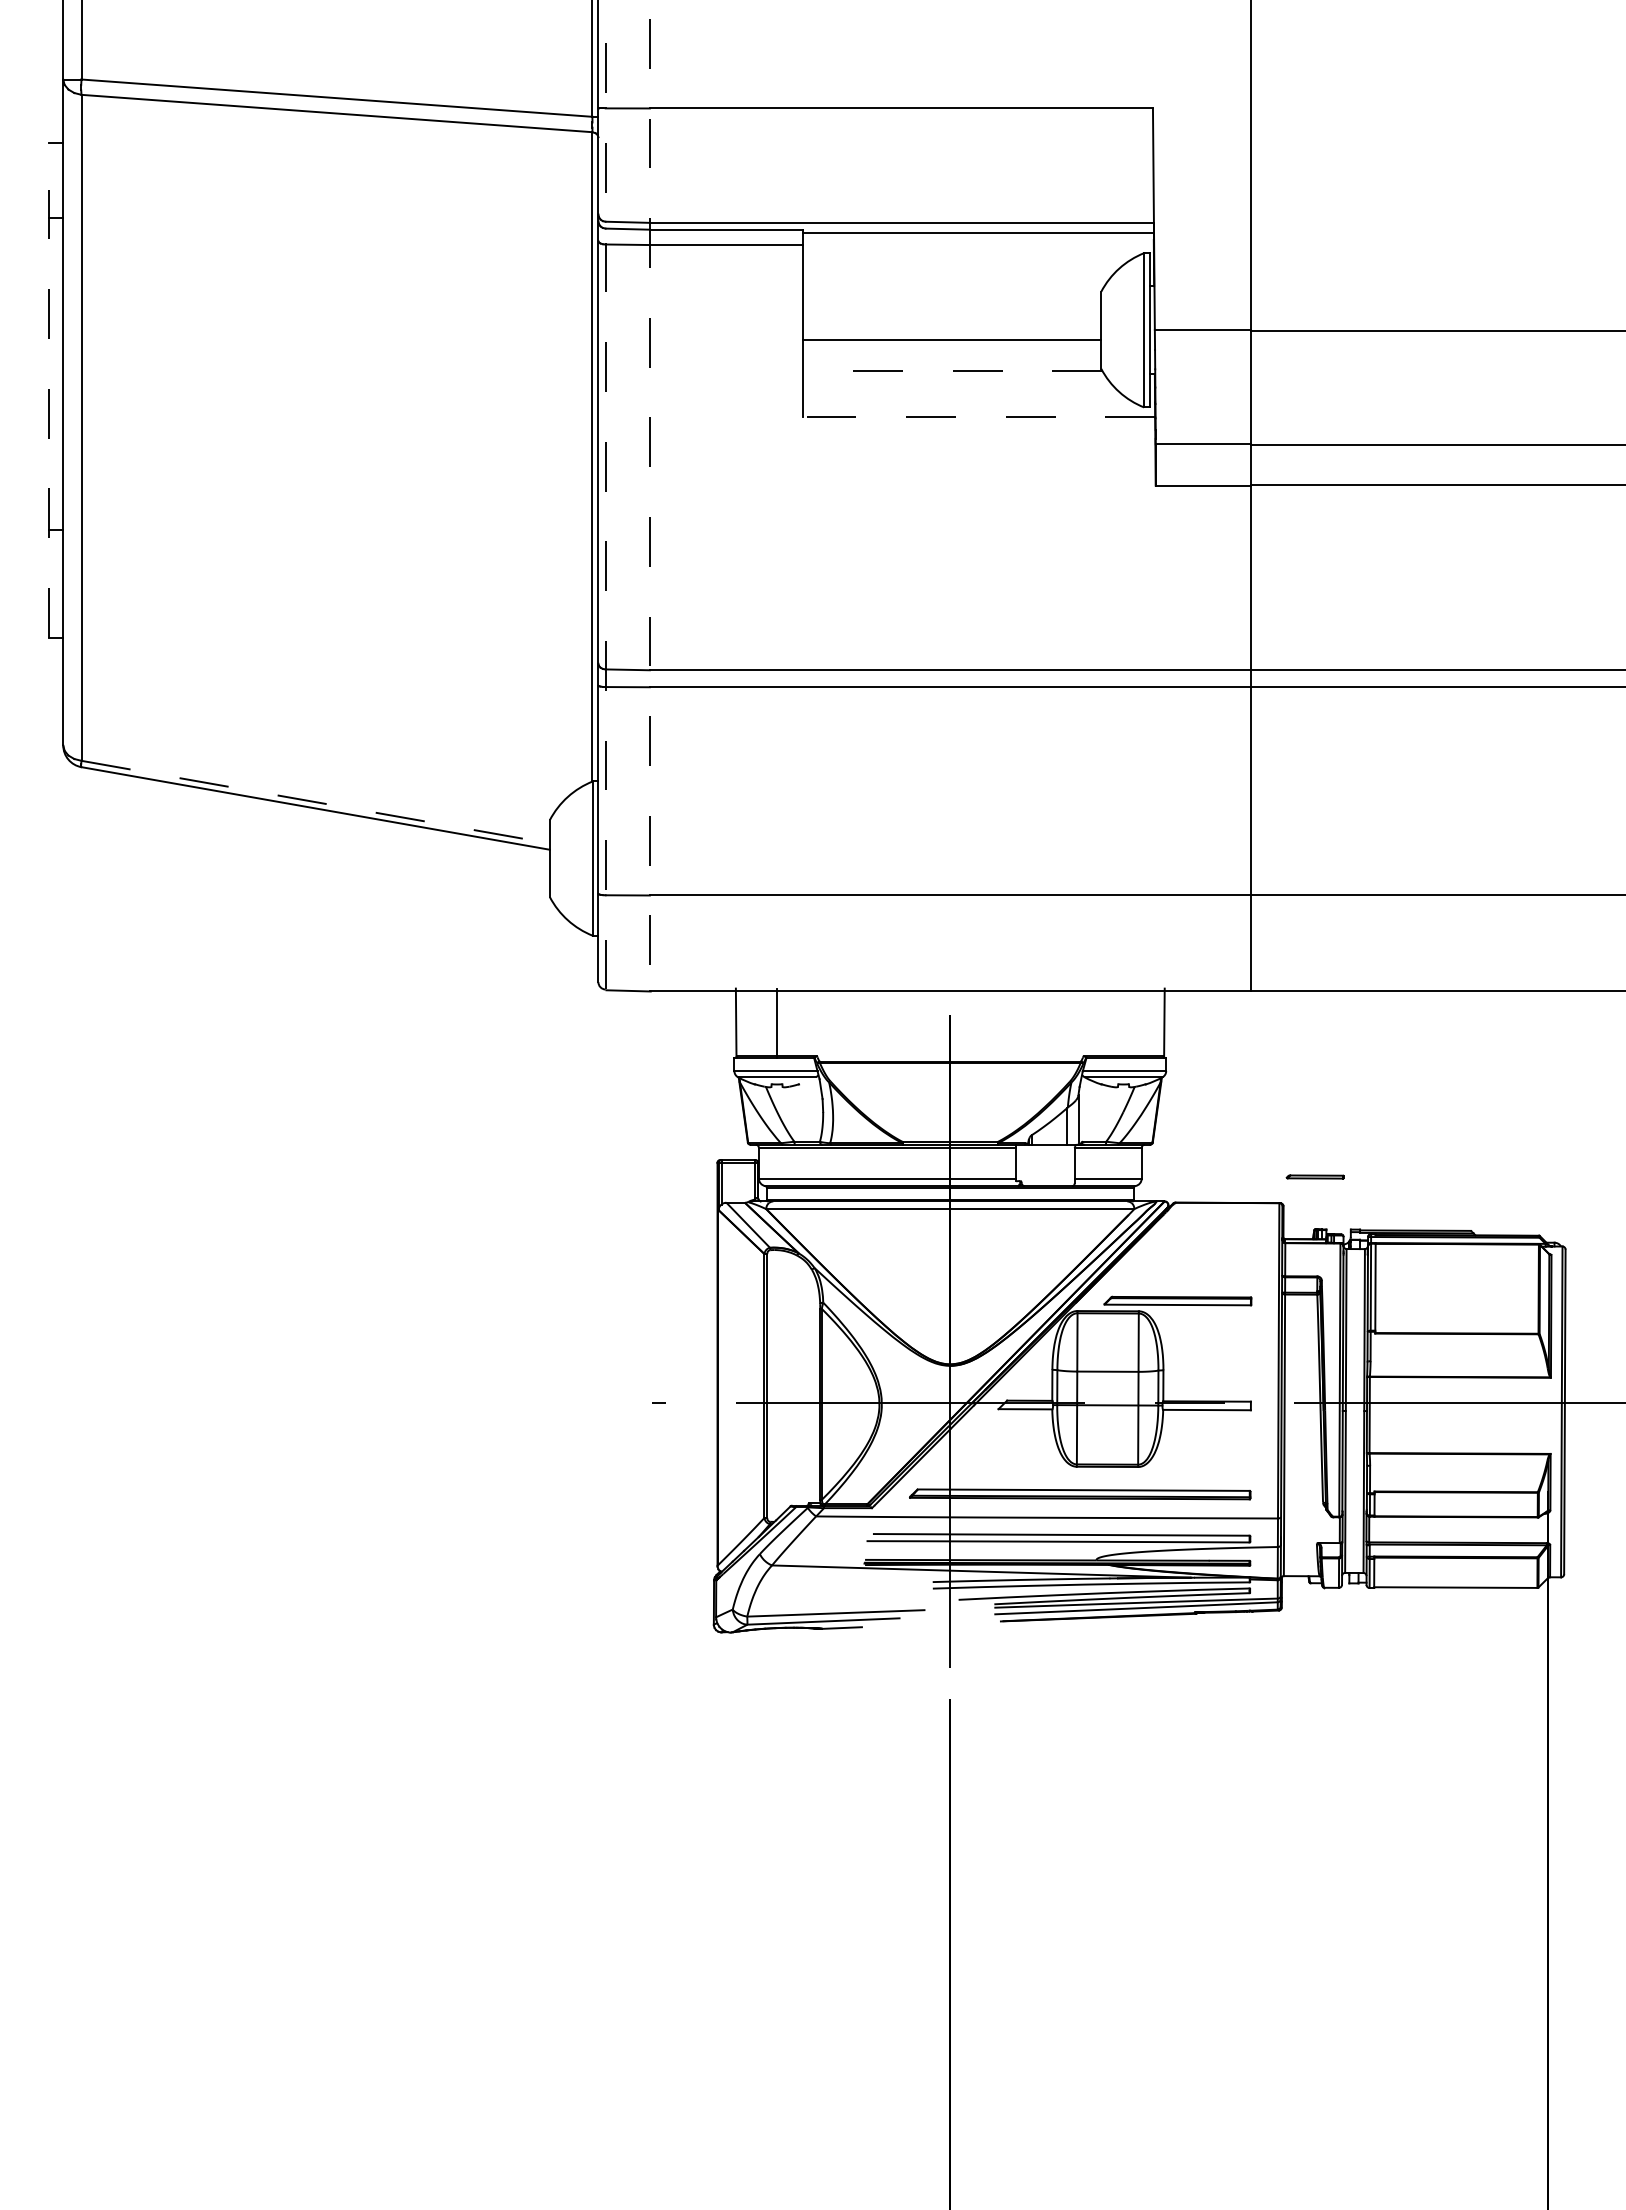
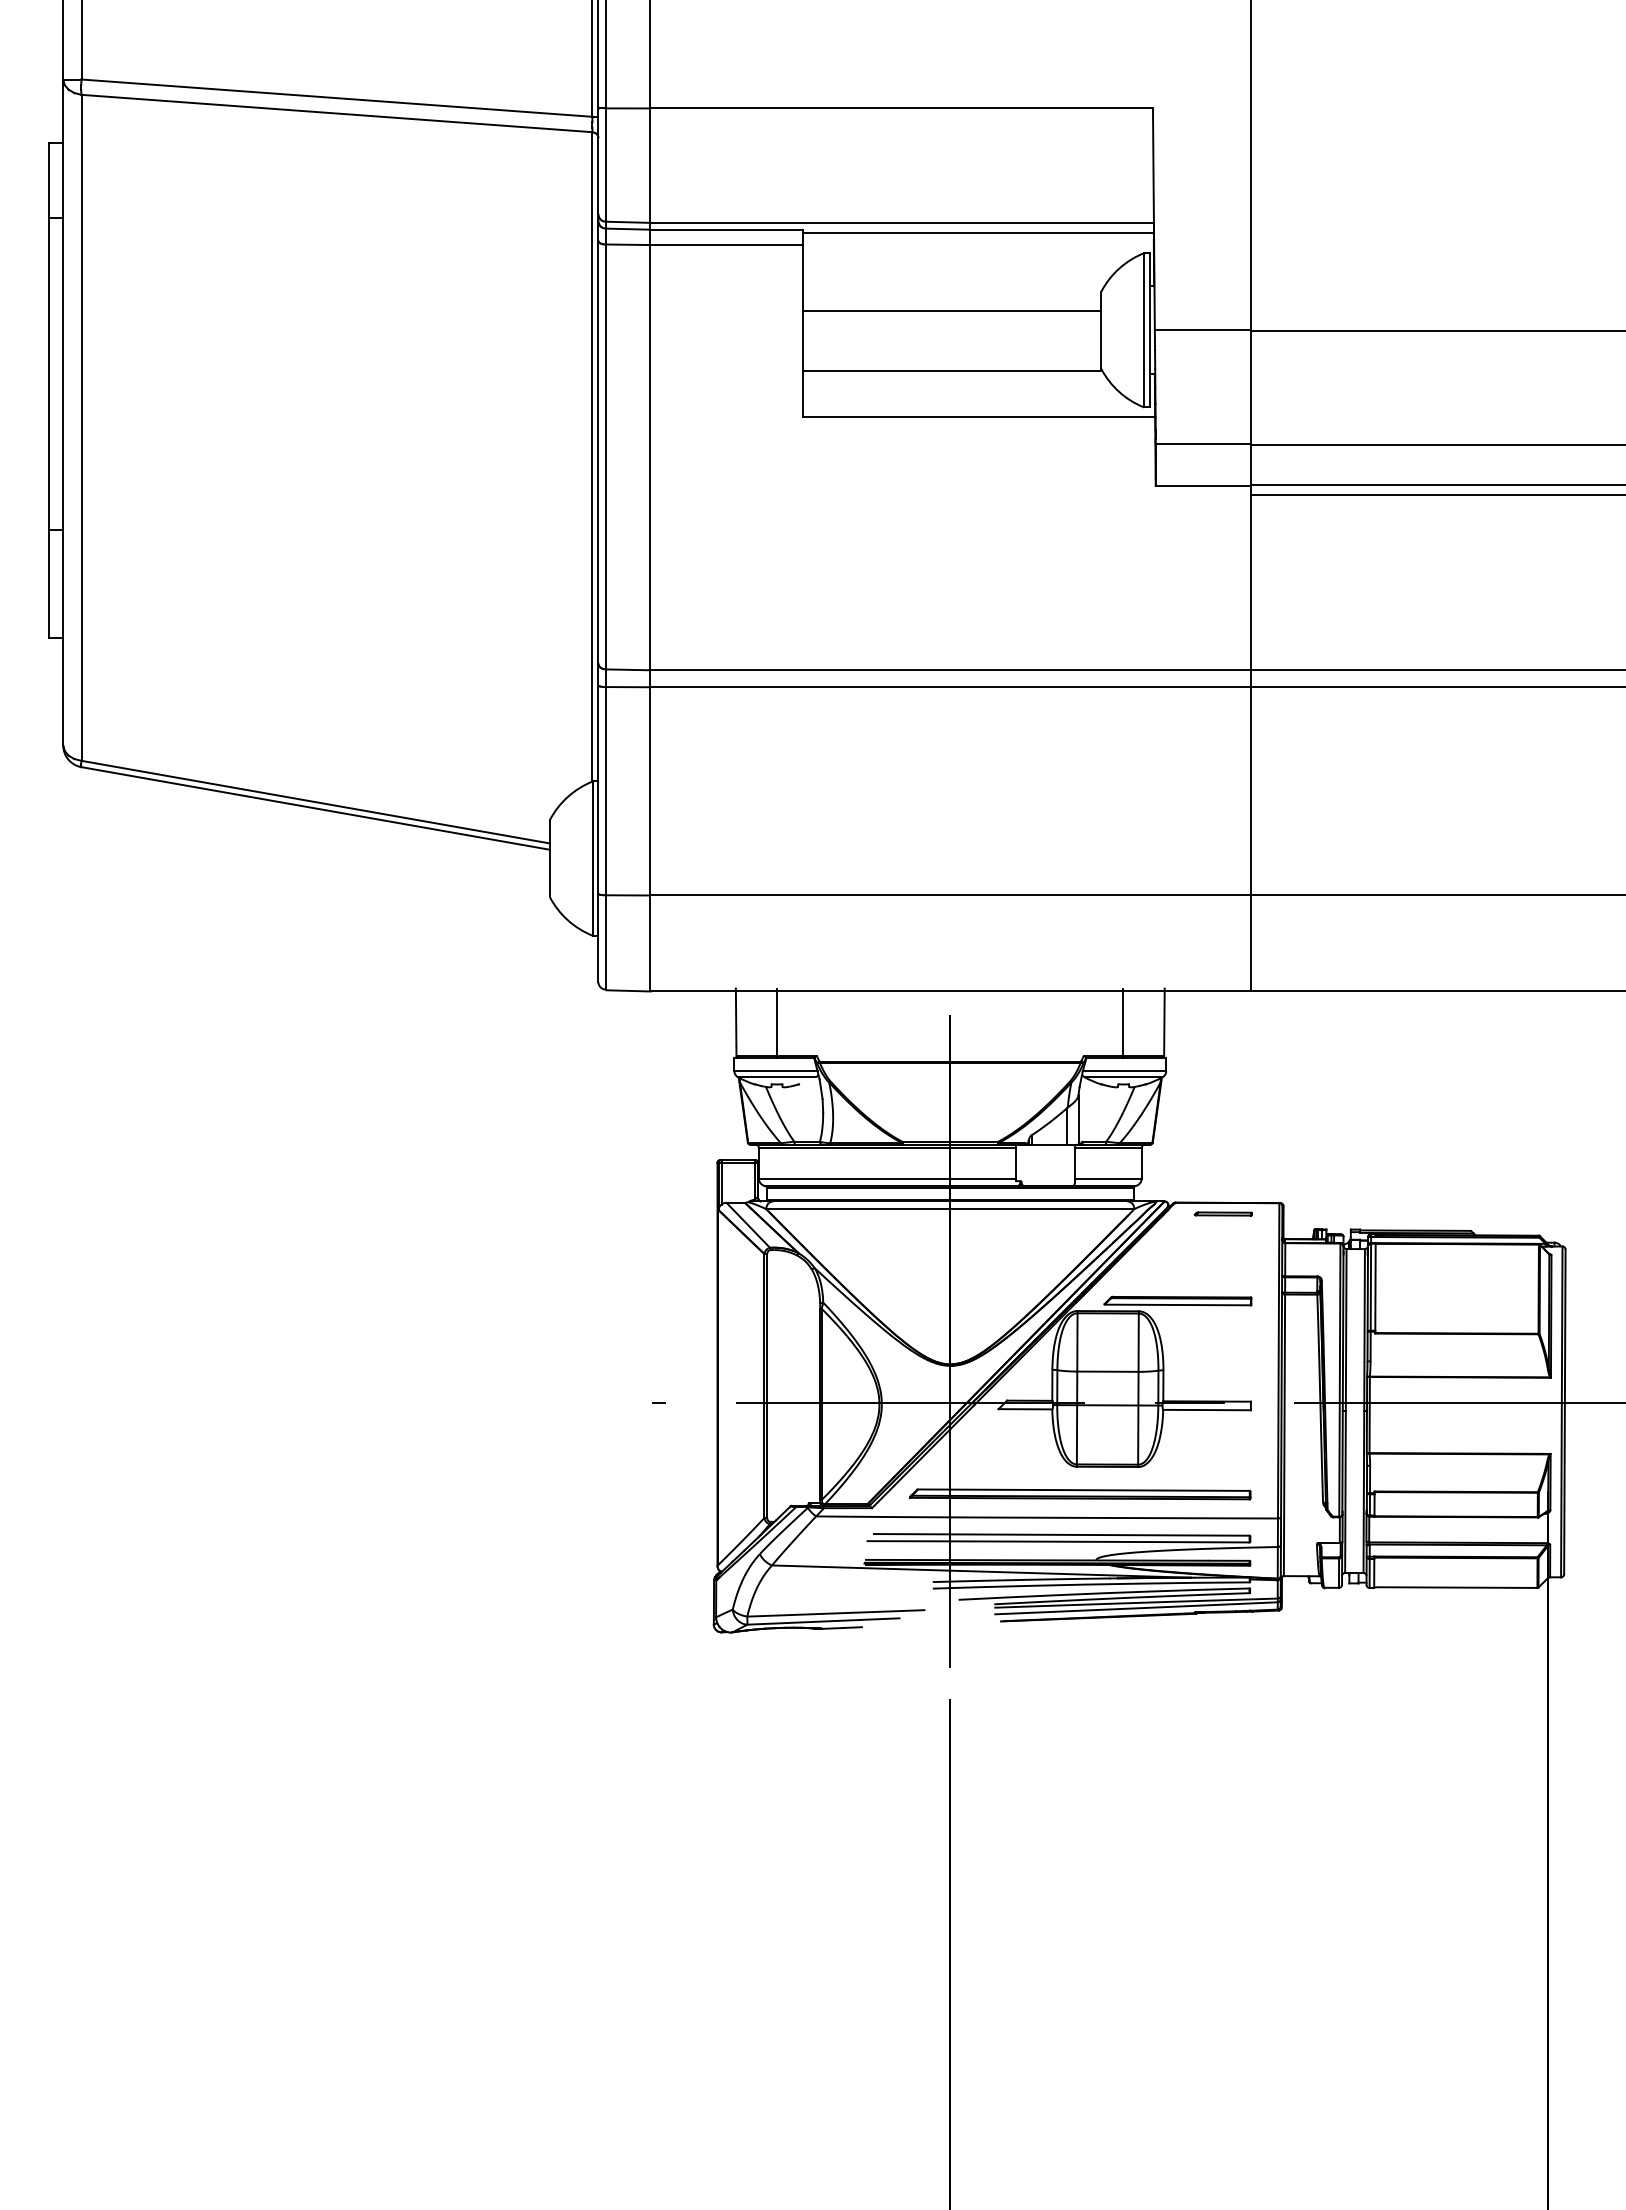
line at (951, 340) position: (951, 340) -> (951, 311)
line at (952, 370): dashed -> solid
line at (48, 390): dashed -> solid
line at (978, 416): dashed -> solid
line at (605, 494): dashed -> solid
line at (649, 495): dashed -> solid
line at (1436, 495): none -> present
line at (315, 802): dashed -> solid
line at (1123, 1022): none -> present
part at (1314, 1176) position: (1314, 1176) -> (1222, 1213)
